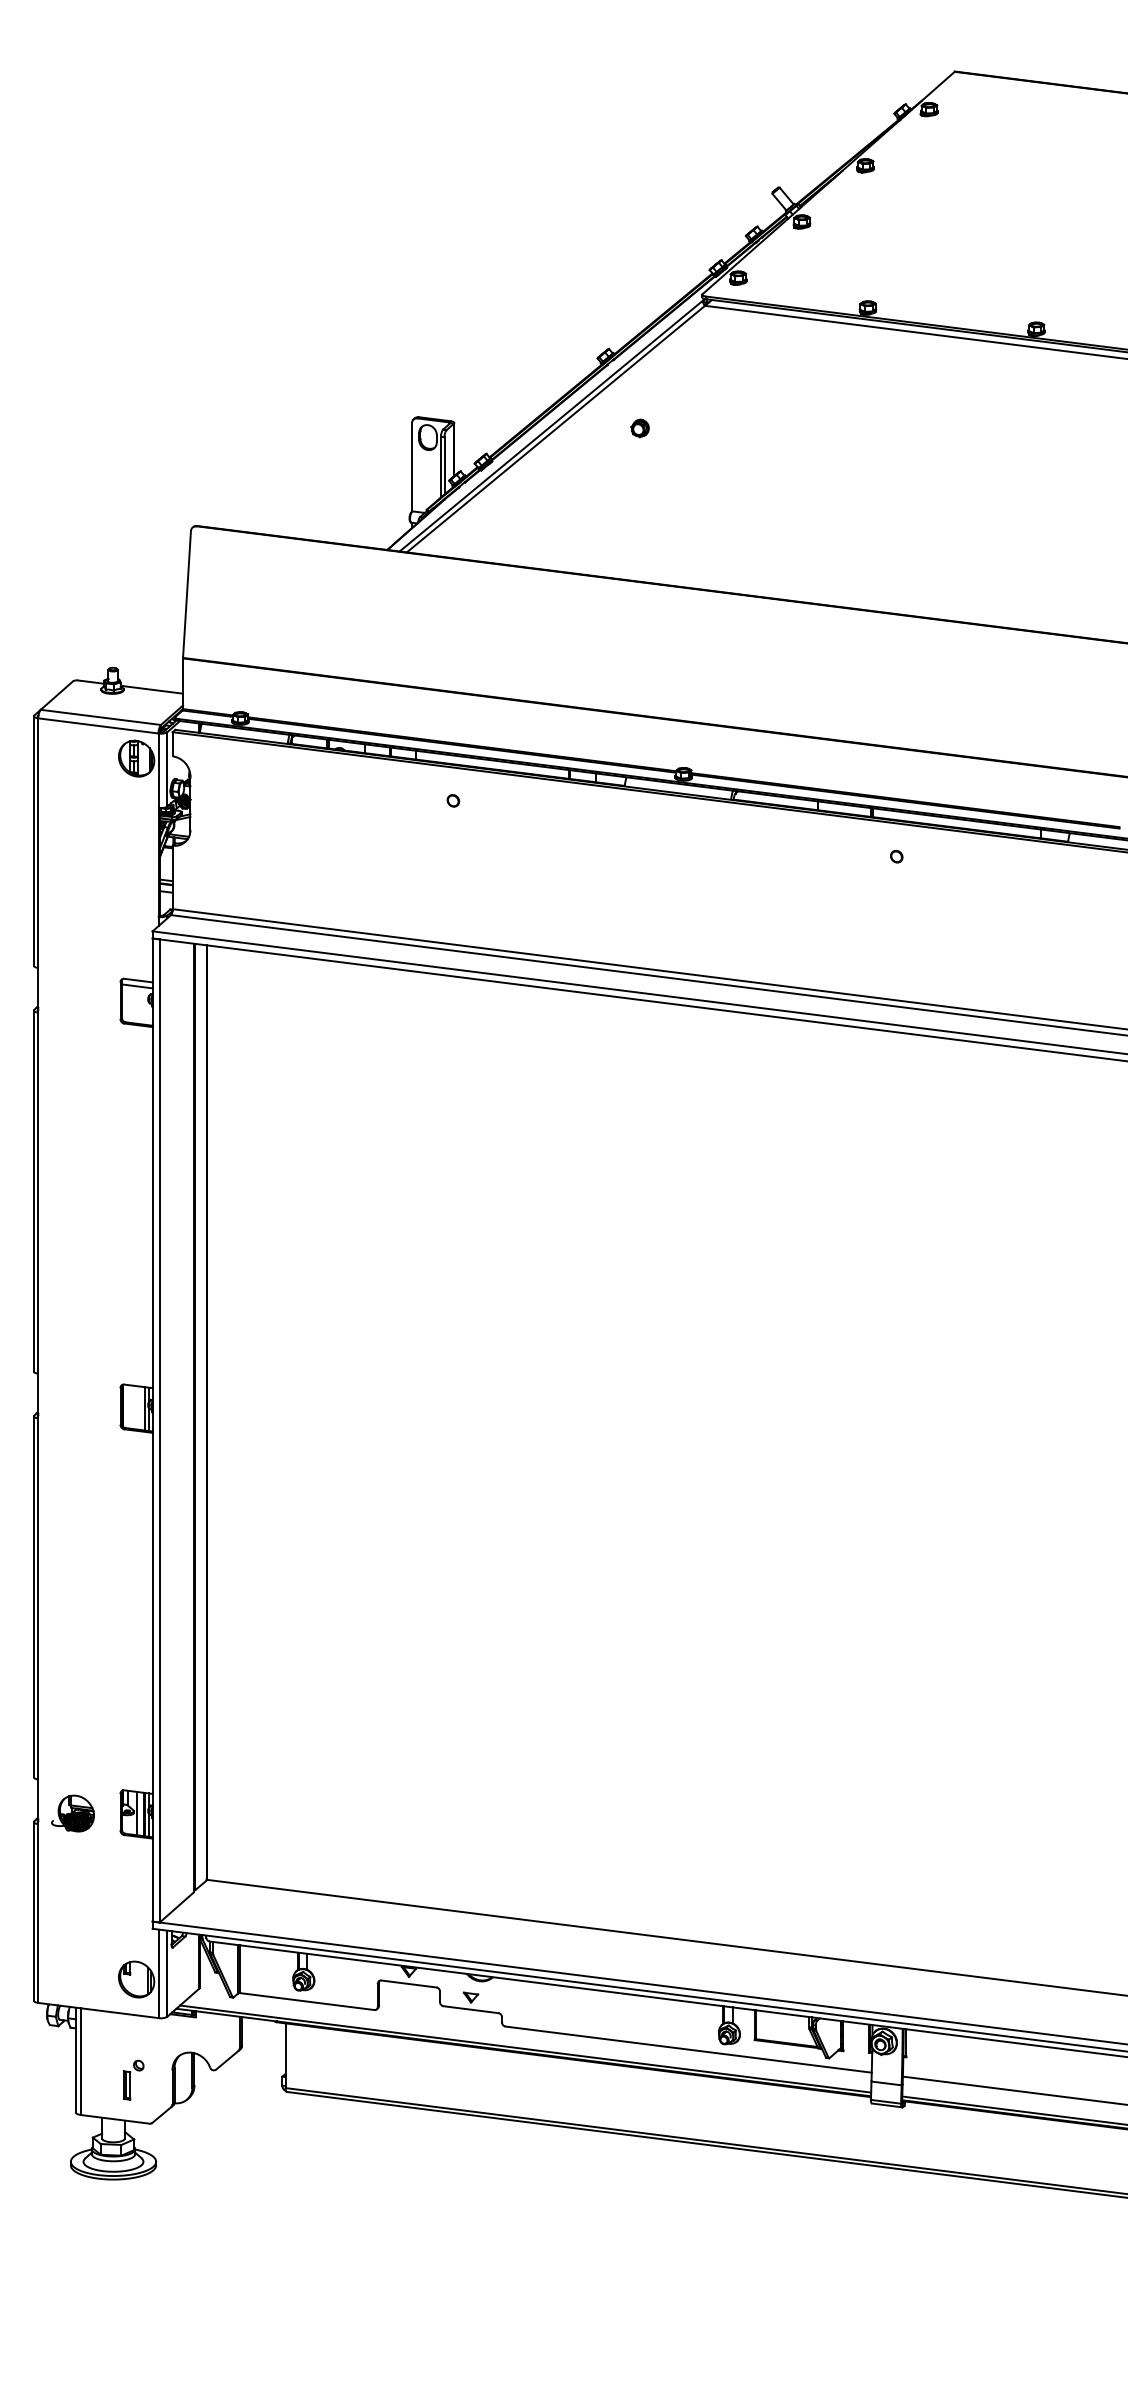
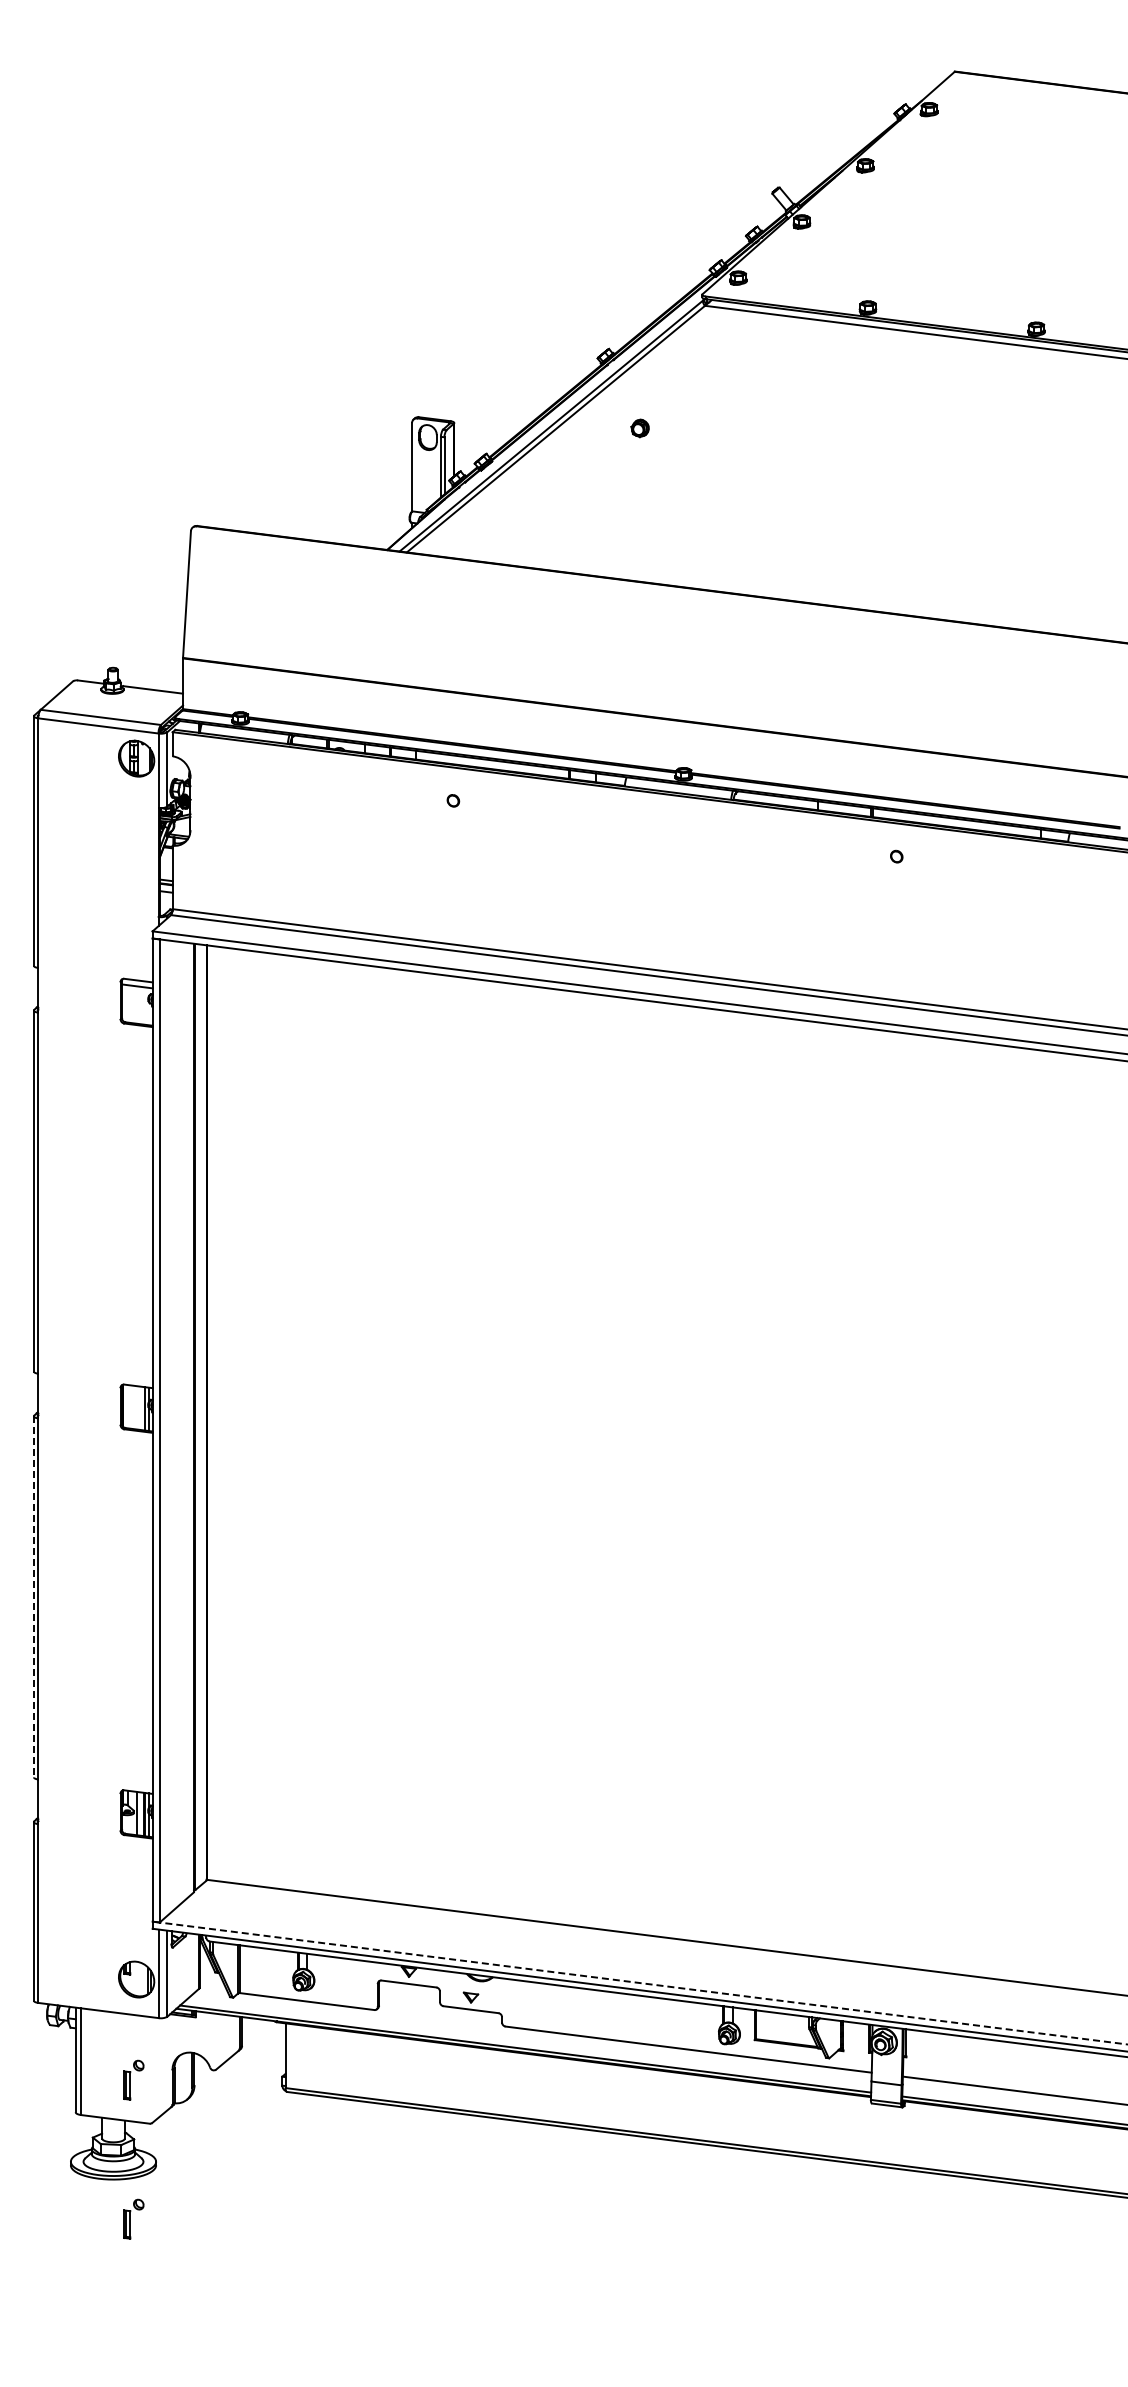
line at (33, 1596): solid -> dashed
part at (72, 1813): present -> none
line at (639, 1983): solid -> dashed
part at (133, 2218): none -> present
